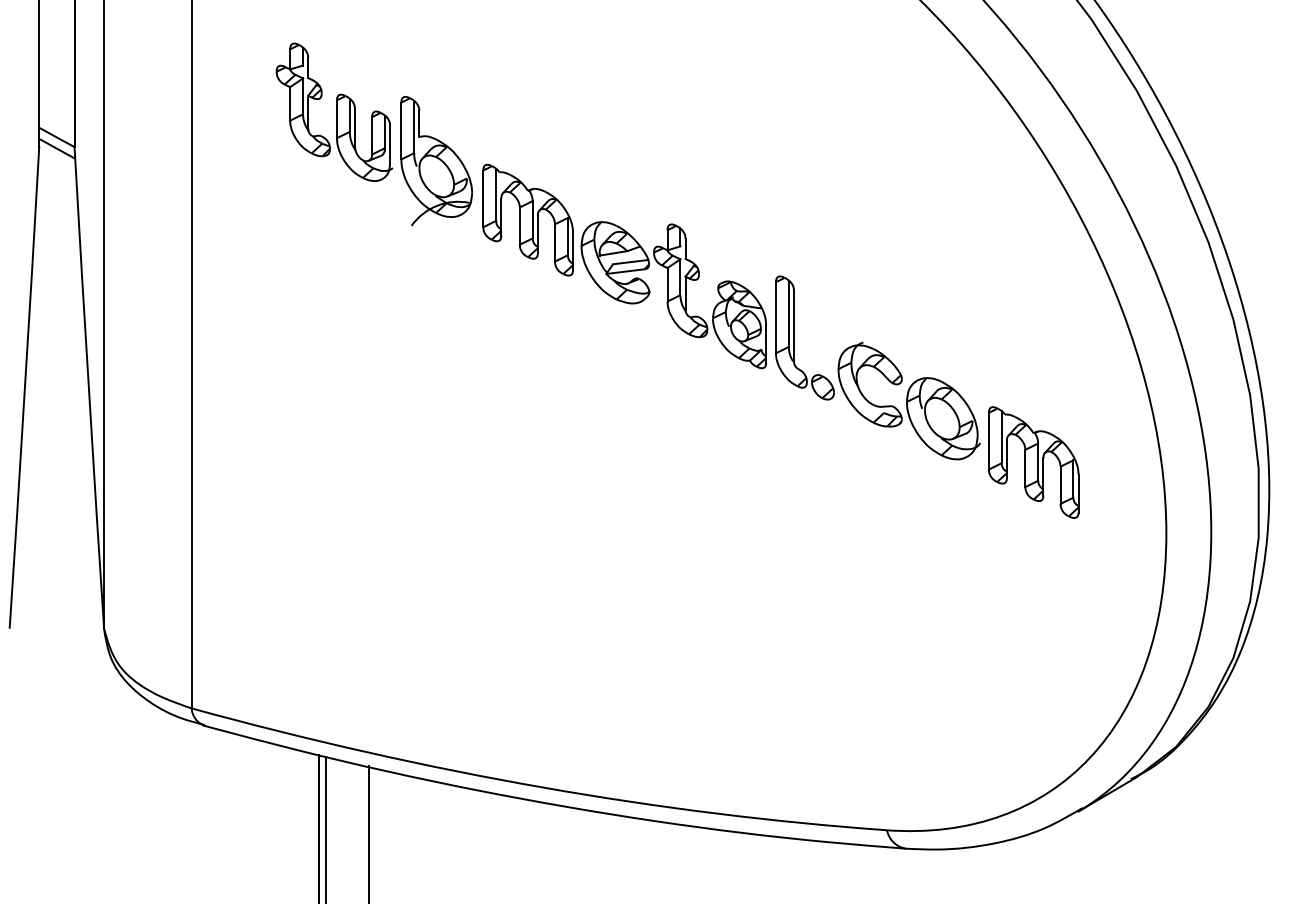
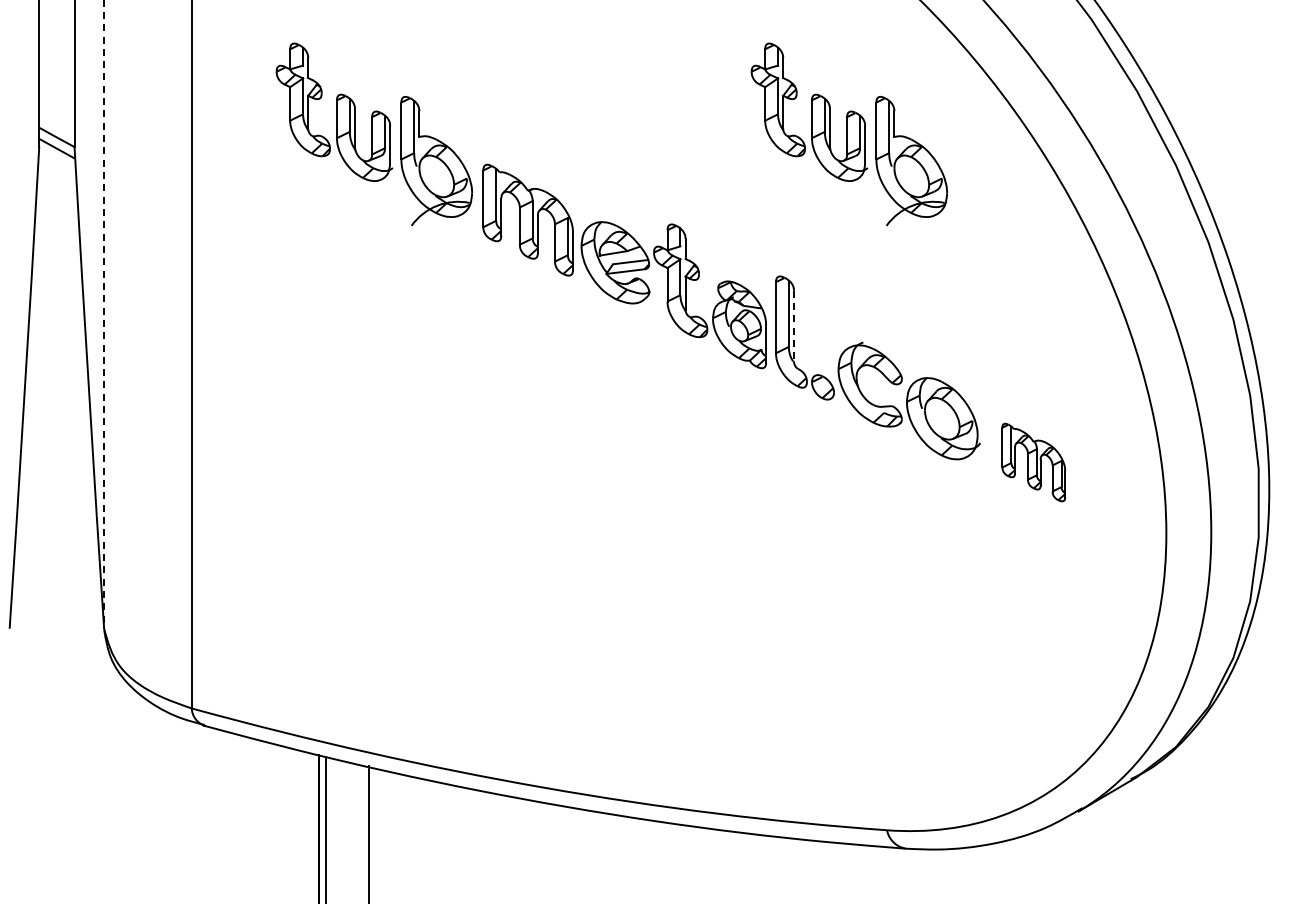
part at (848, 134): none -> present
line at (104, 314): solid -> dashed
line at (794, 326): solid -> dashed
part at (1033, 462) size: 92x113 px -> 66x81 px
